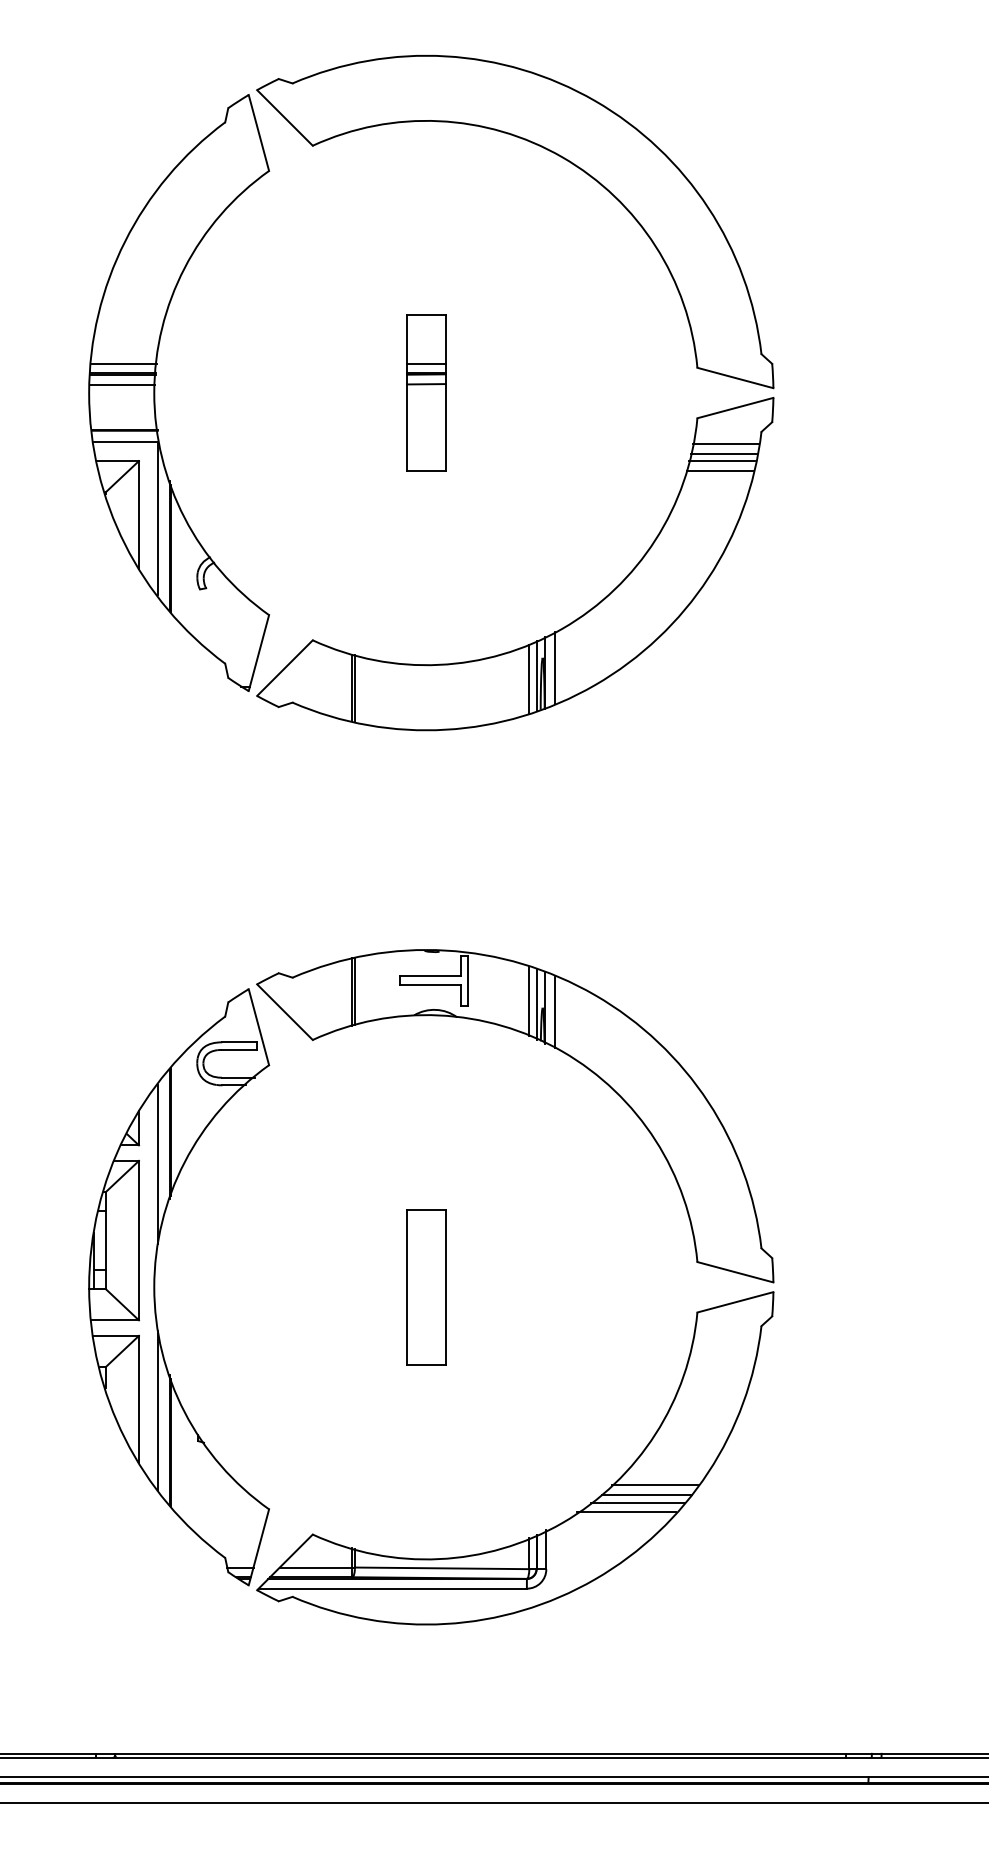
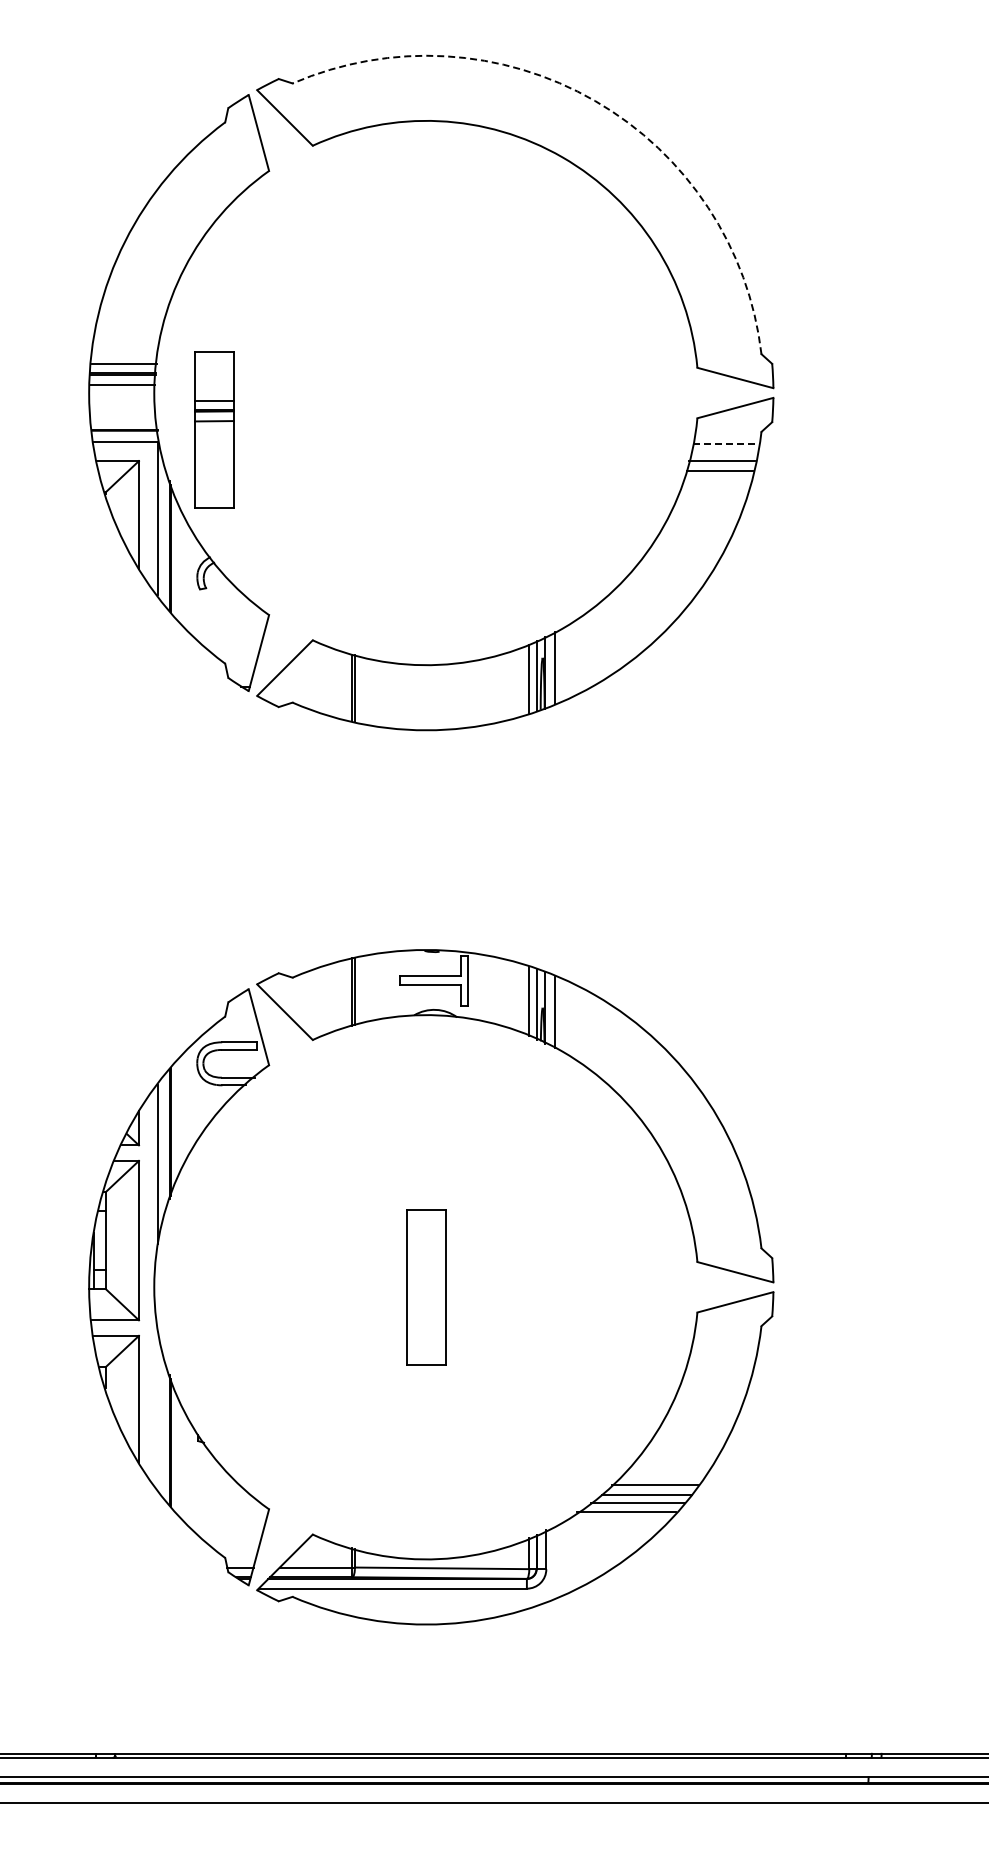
arc at (595, 100): solid -> dashed
part at (426, 392) position: (426, 392) -> (214, 429)
line at (726, 443): solid -> dashed
line at (723, 453): present -> none
line at (158, 1409): present -> none
